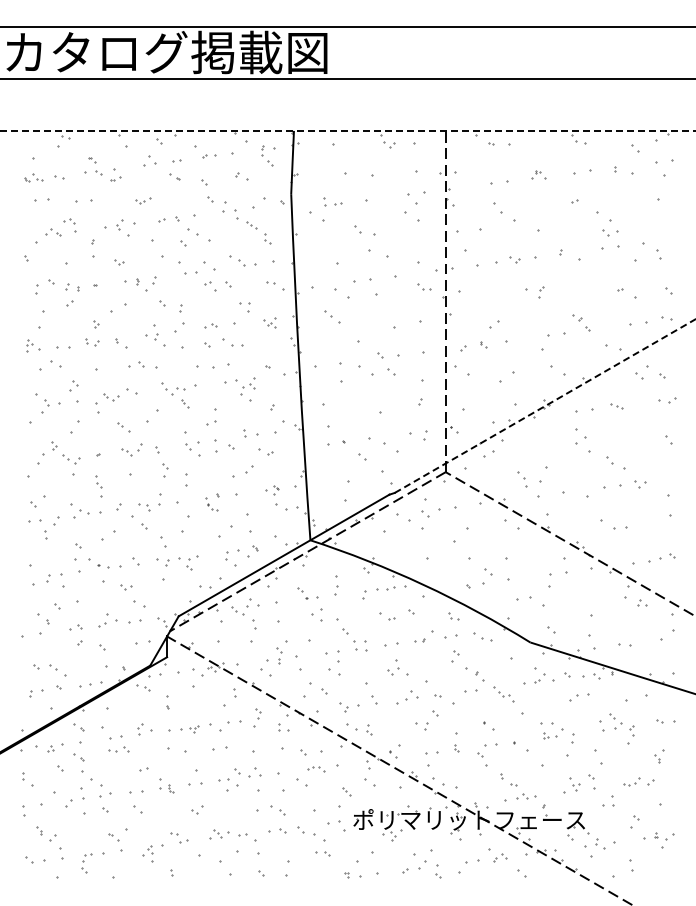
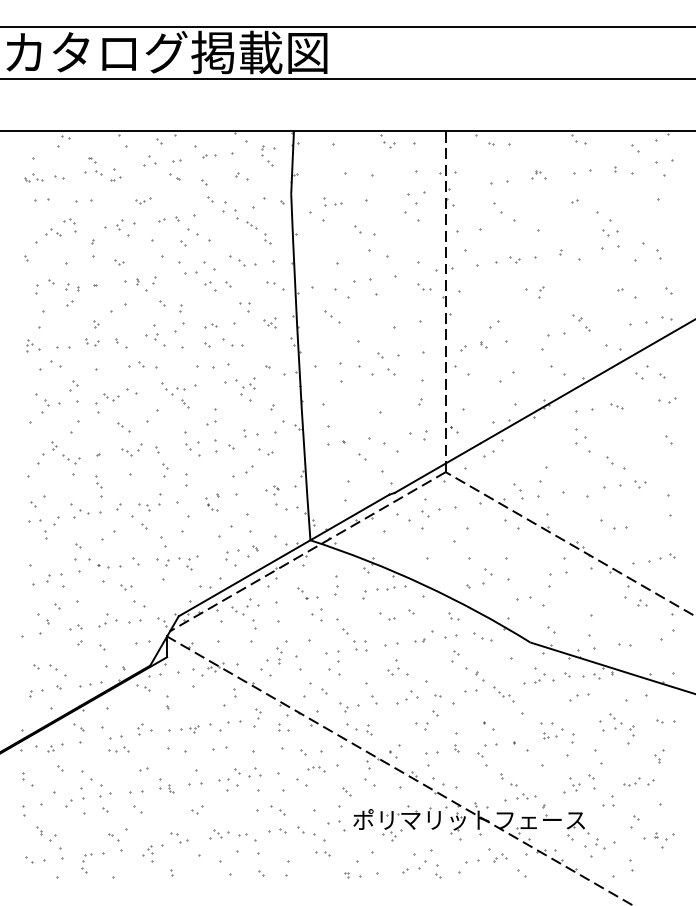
line at (347, 130): dashed -> solid
line at (545, 405): dashed -> solid
part at (522, 479) position: (522, 479) -> (518, 491)
part at (78, 757): present -> none
